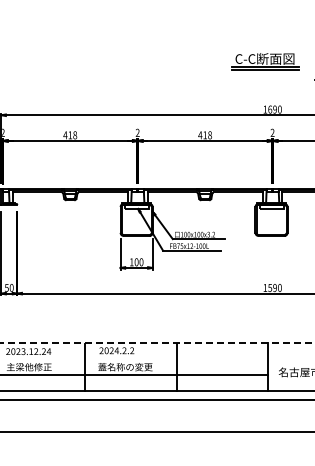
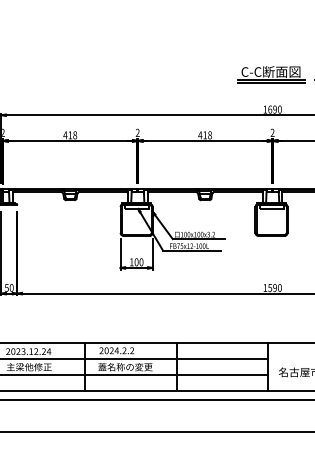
part at (265, 61) position: (265, 61) -> (271, 74)
line at (157, 343): dashed -> solid
line at (135, 359): none -> present
